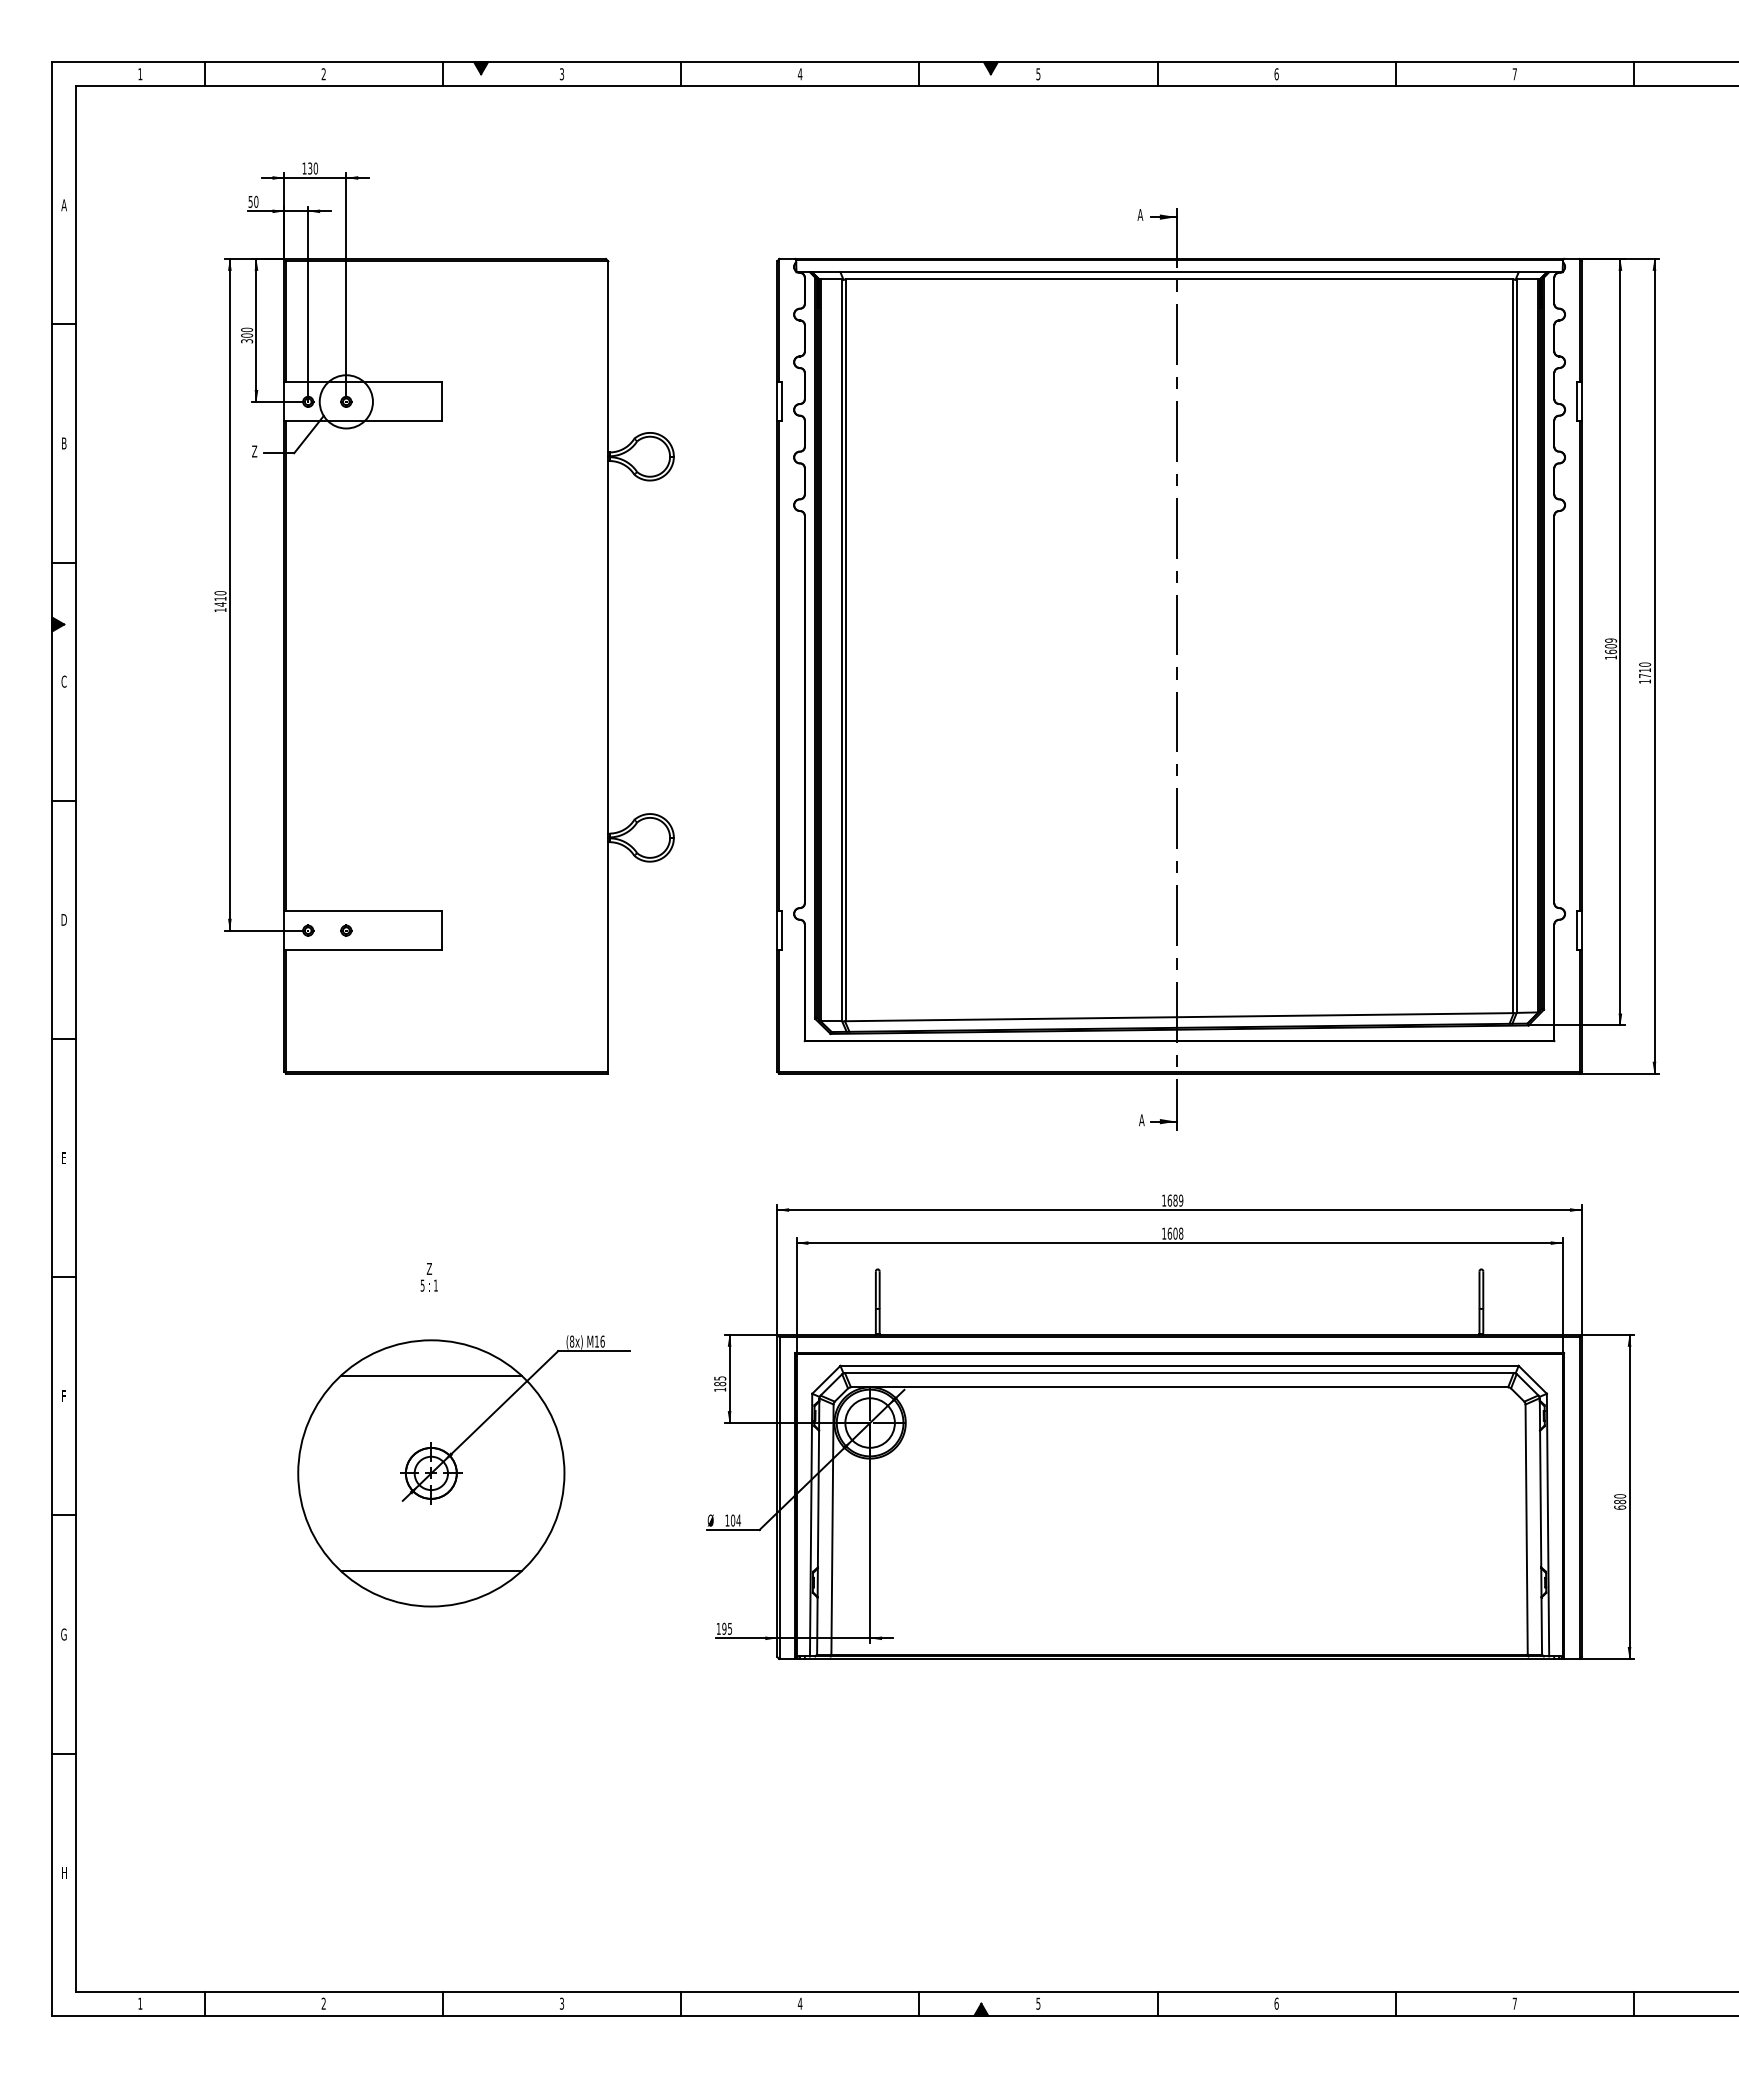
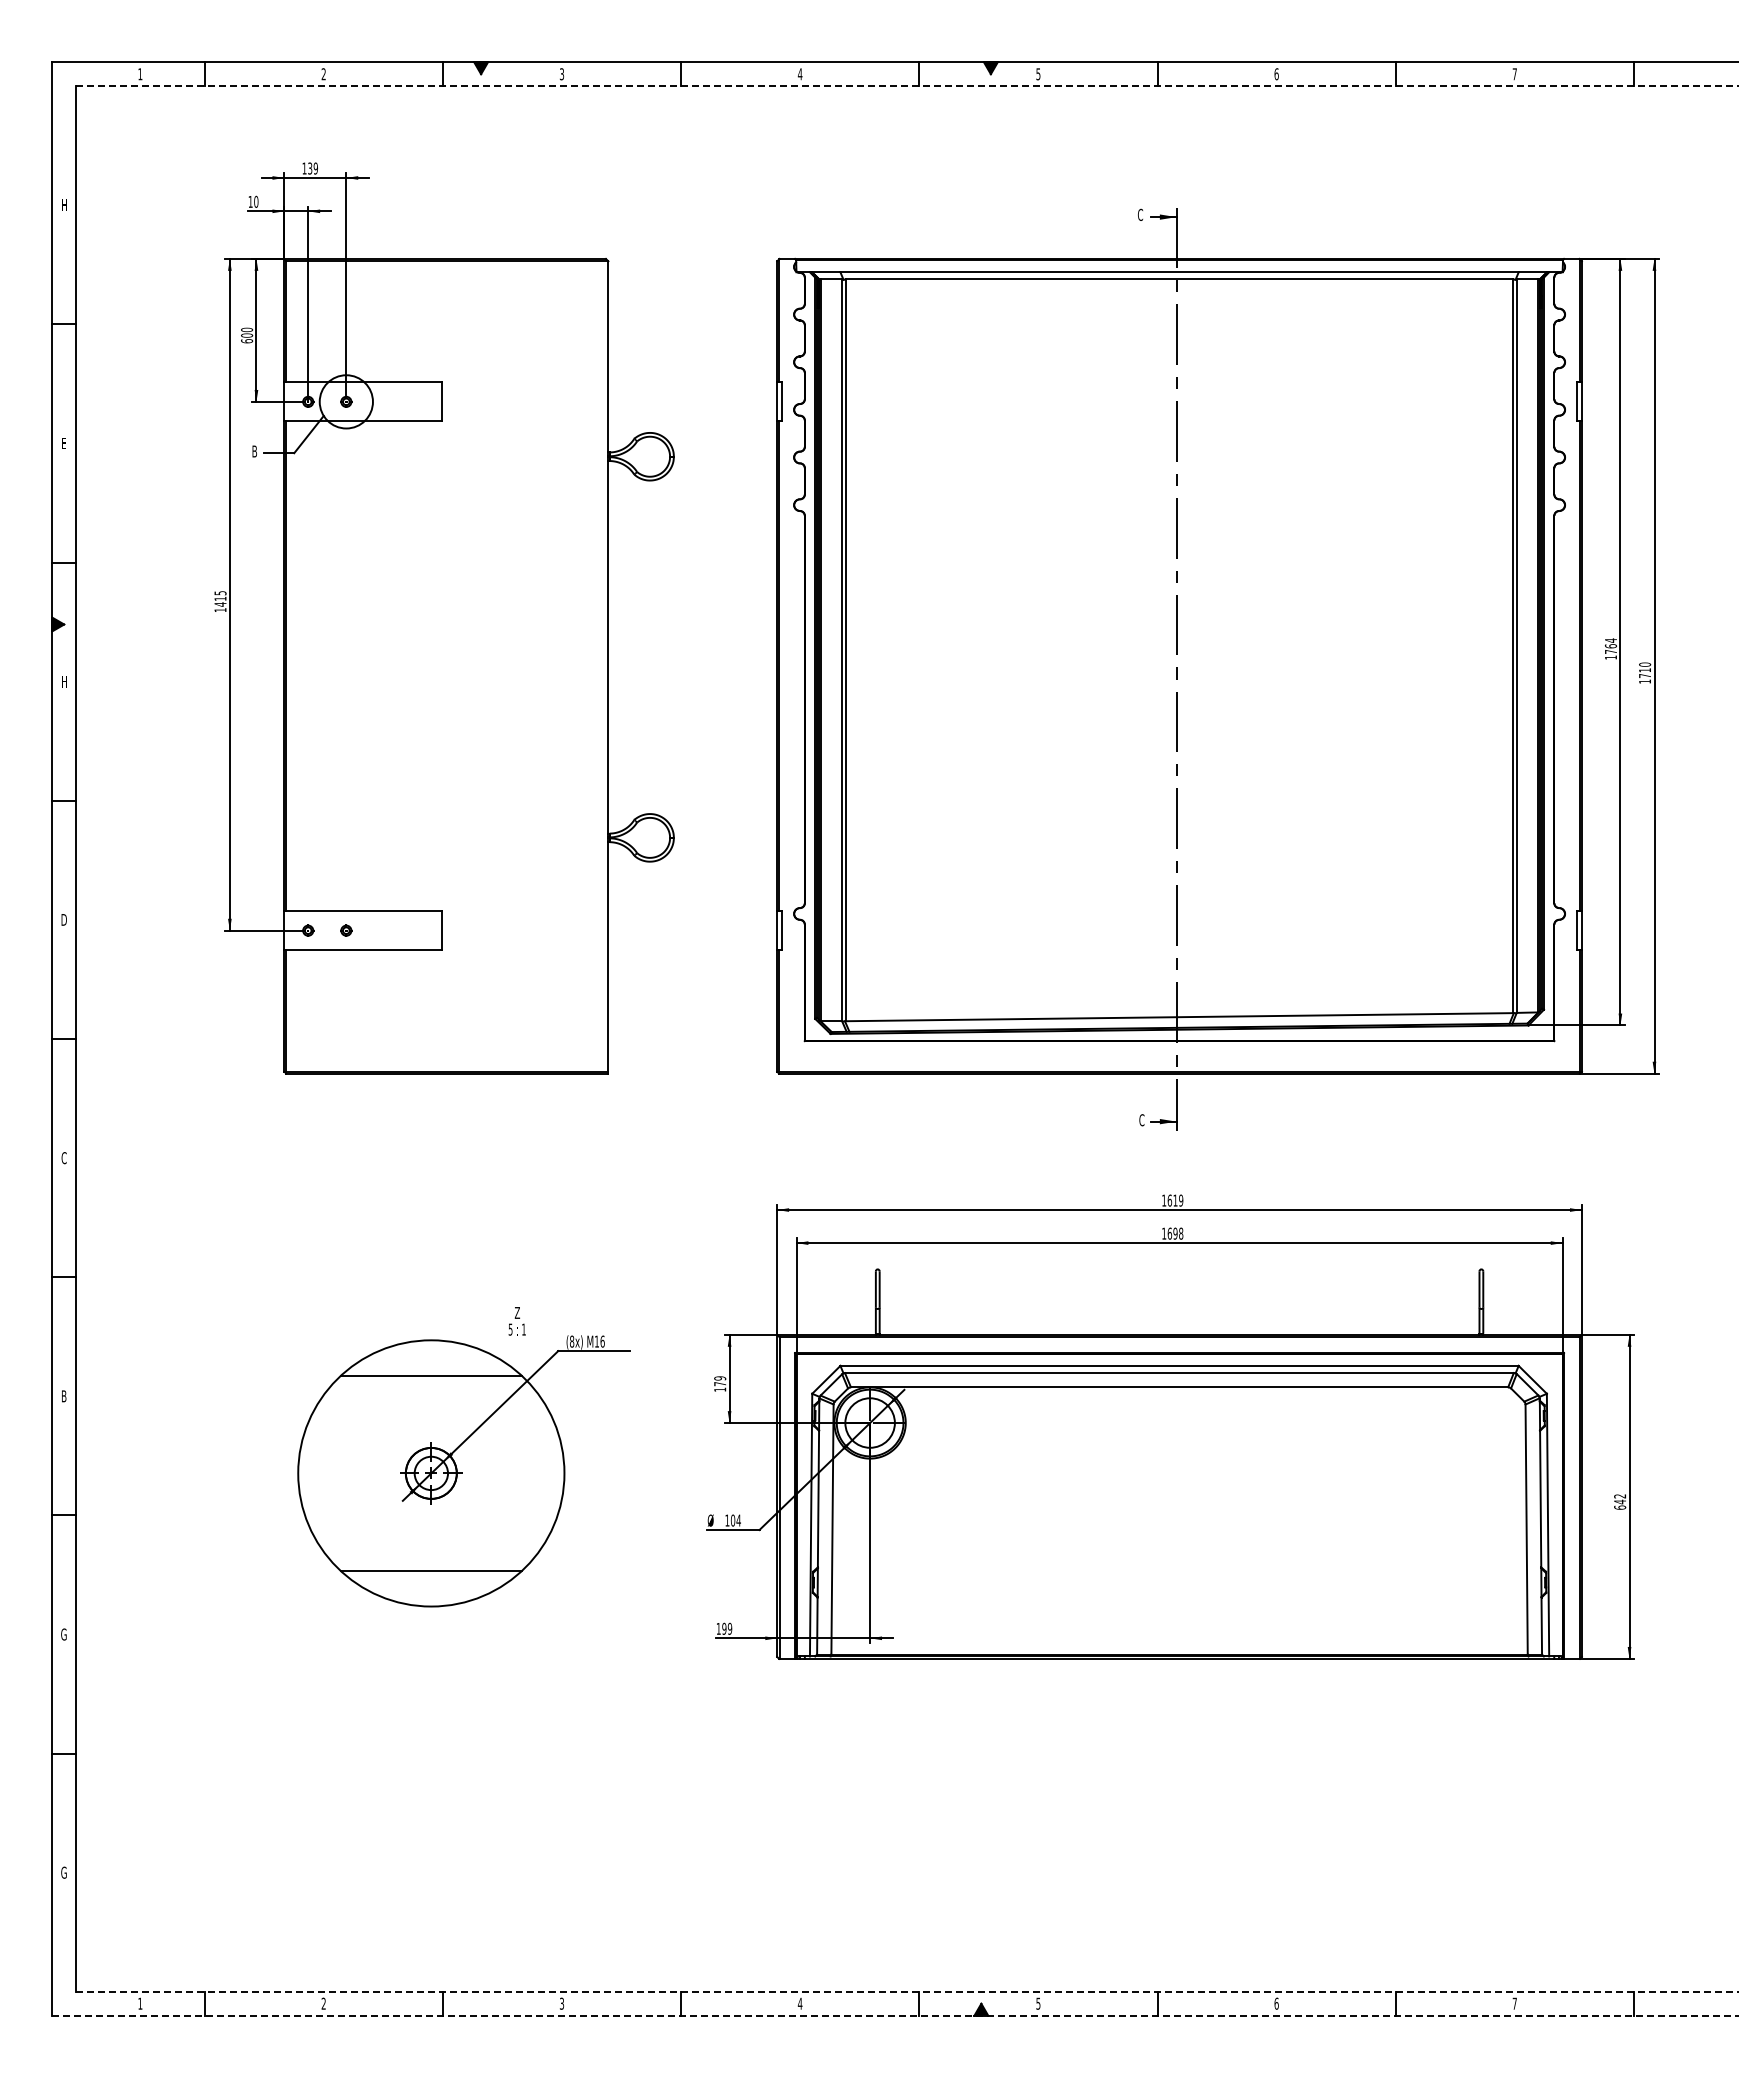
line at (907, 86): solid -> dashed
text at (315, 168): 130 -> 139
text at (250, 201): 50 -> 10
text at (63, 205): A -> H
text at (1140, 214): A -> C
text at (246, 341): 300 -> 600
text at (64, 443): B -> E
text at (254, 451): Z -> B
text at (220, 593): 1410 -> 1415
text at (1610, 646): 1609 -> 1764
text at (63, 681): C -> H
text at (1141, 1120): A -> C
text at (63, 1158): E -> C
text at (1175, 1200): 1689 -> 1619
text at (1175, 1233): 1608 -> 1698
text at (428, 1277) position: (428, 1277) -> (516, 1321)
text at (720, 1381): 185 -> 179
text at (64, 1396): F -> B
text at (1620, 1499): 680 -> 642
text at (729, 1628): 195 -> 199
text at (63, 1872): H -> G
line at (907, 1991): solid -> dashed
line at (895, 2015): solid -> dashed
